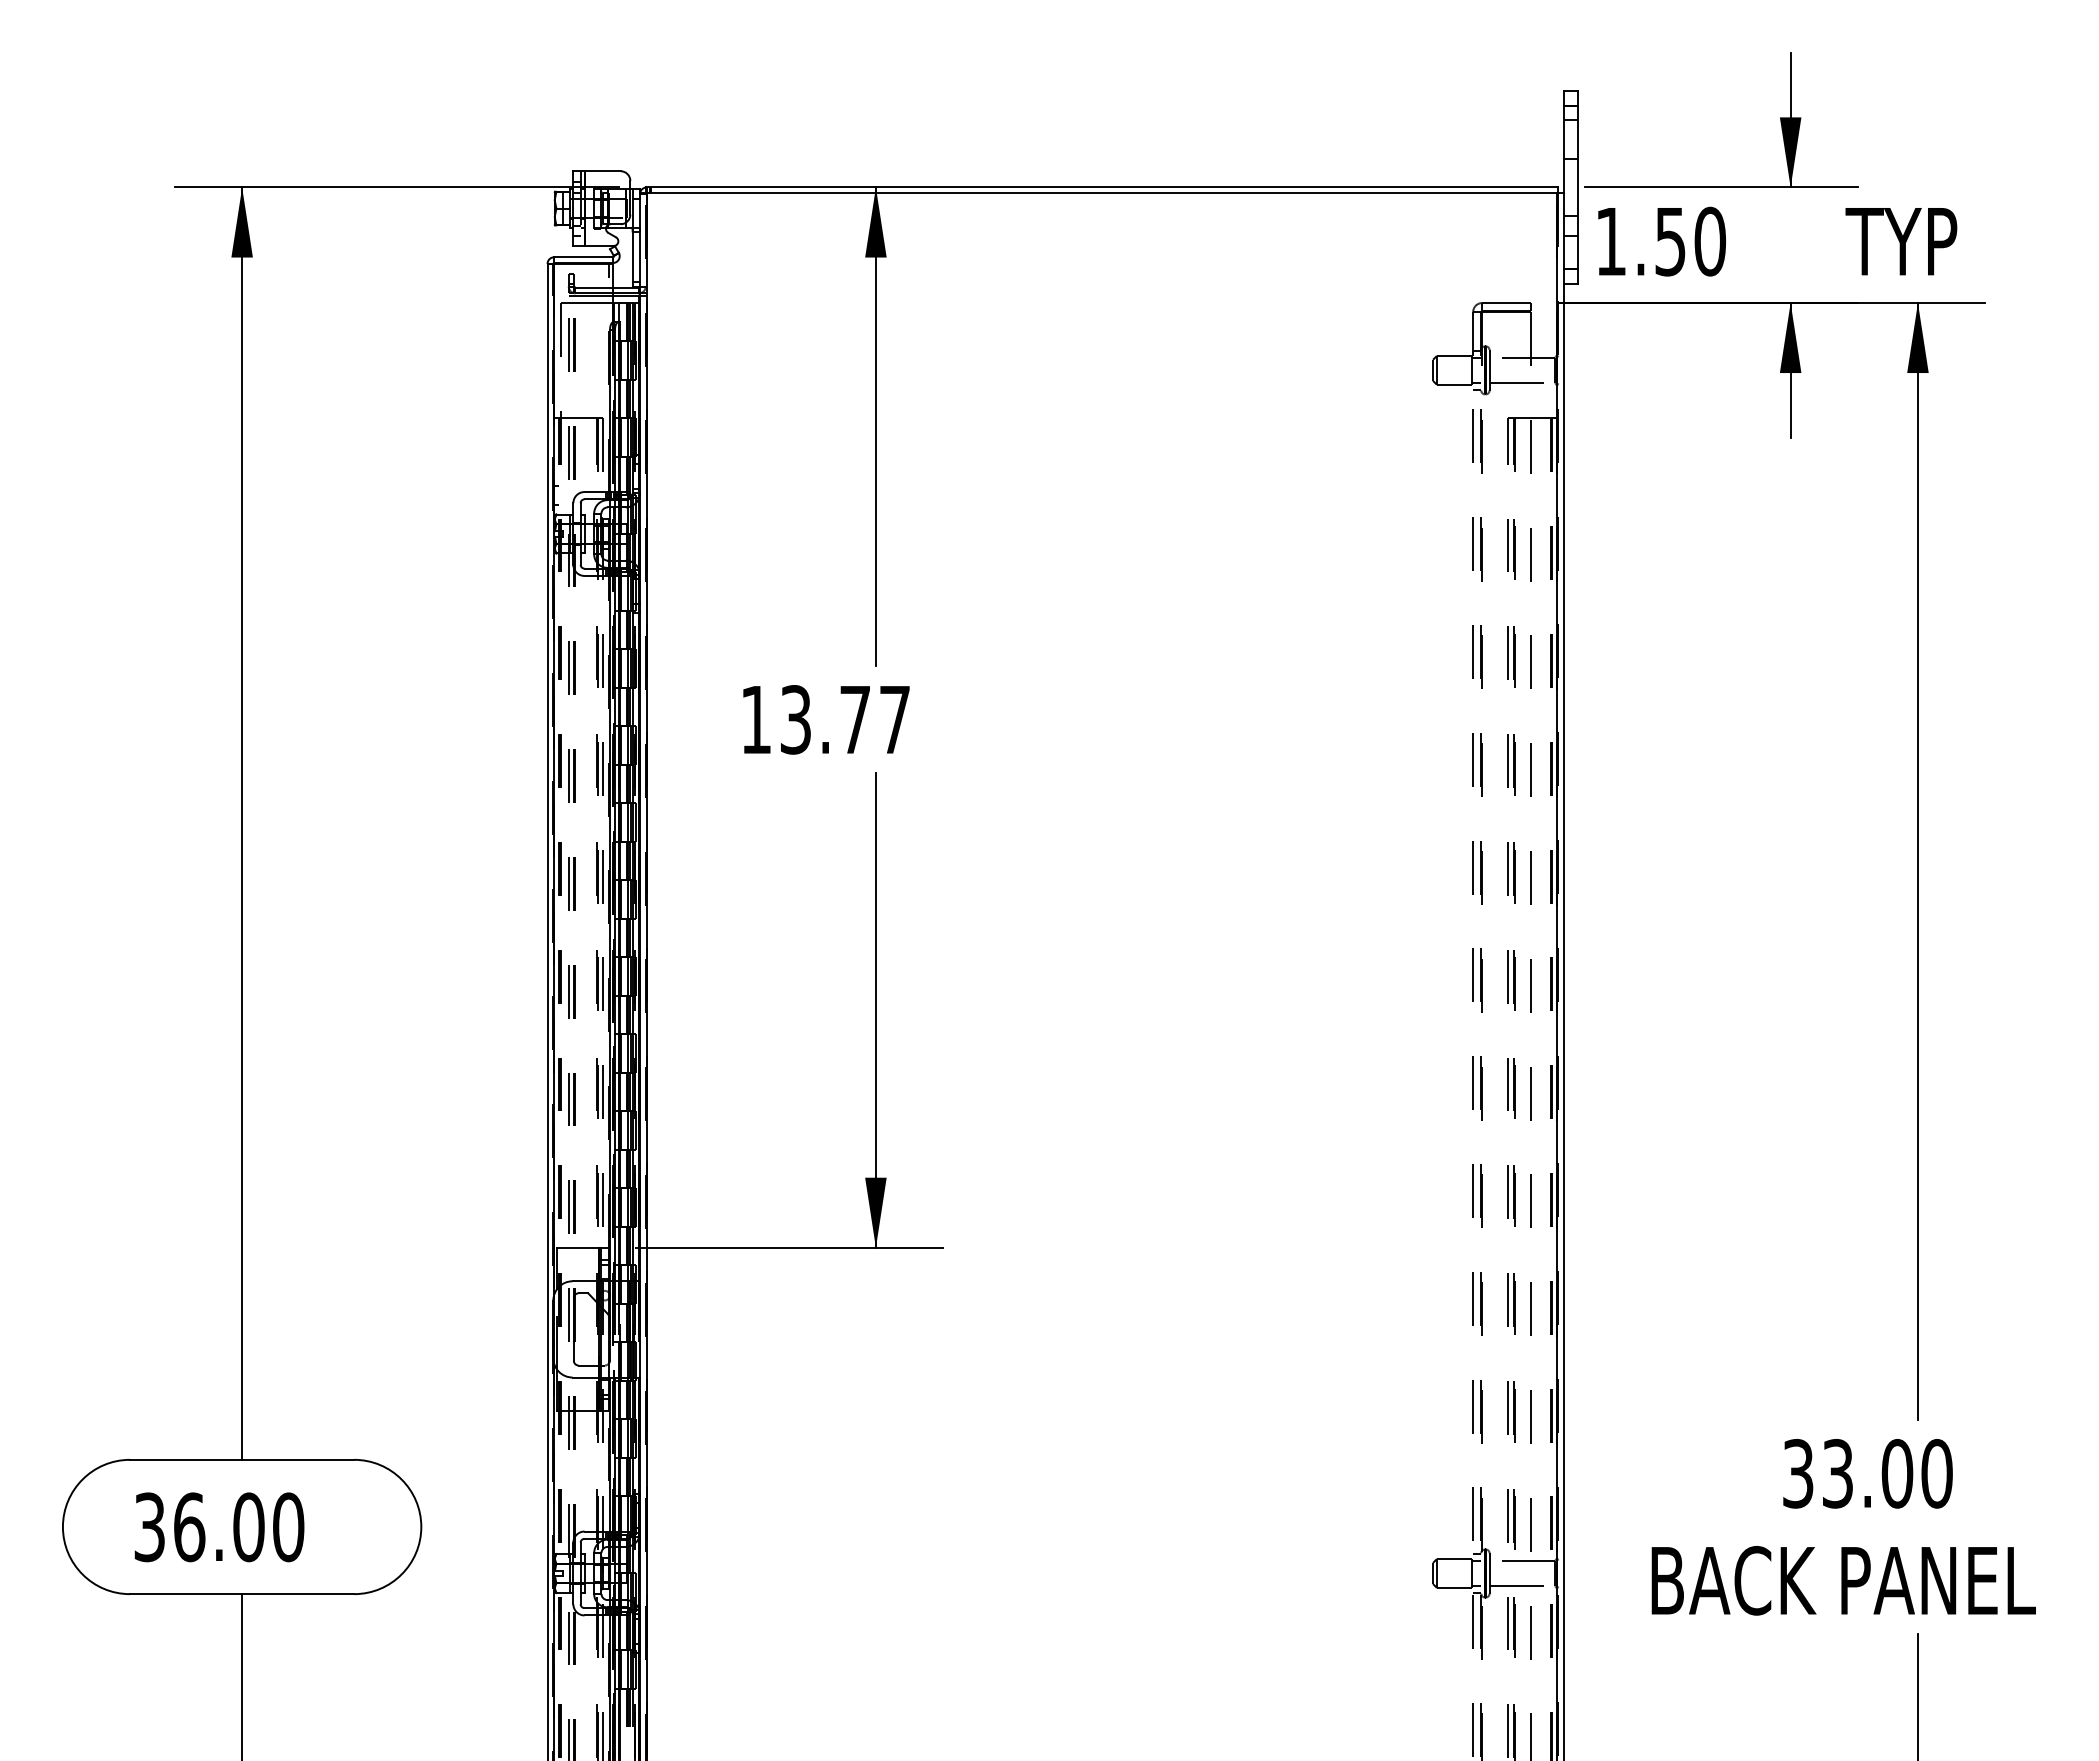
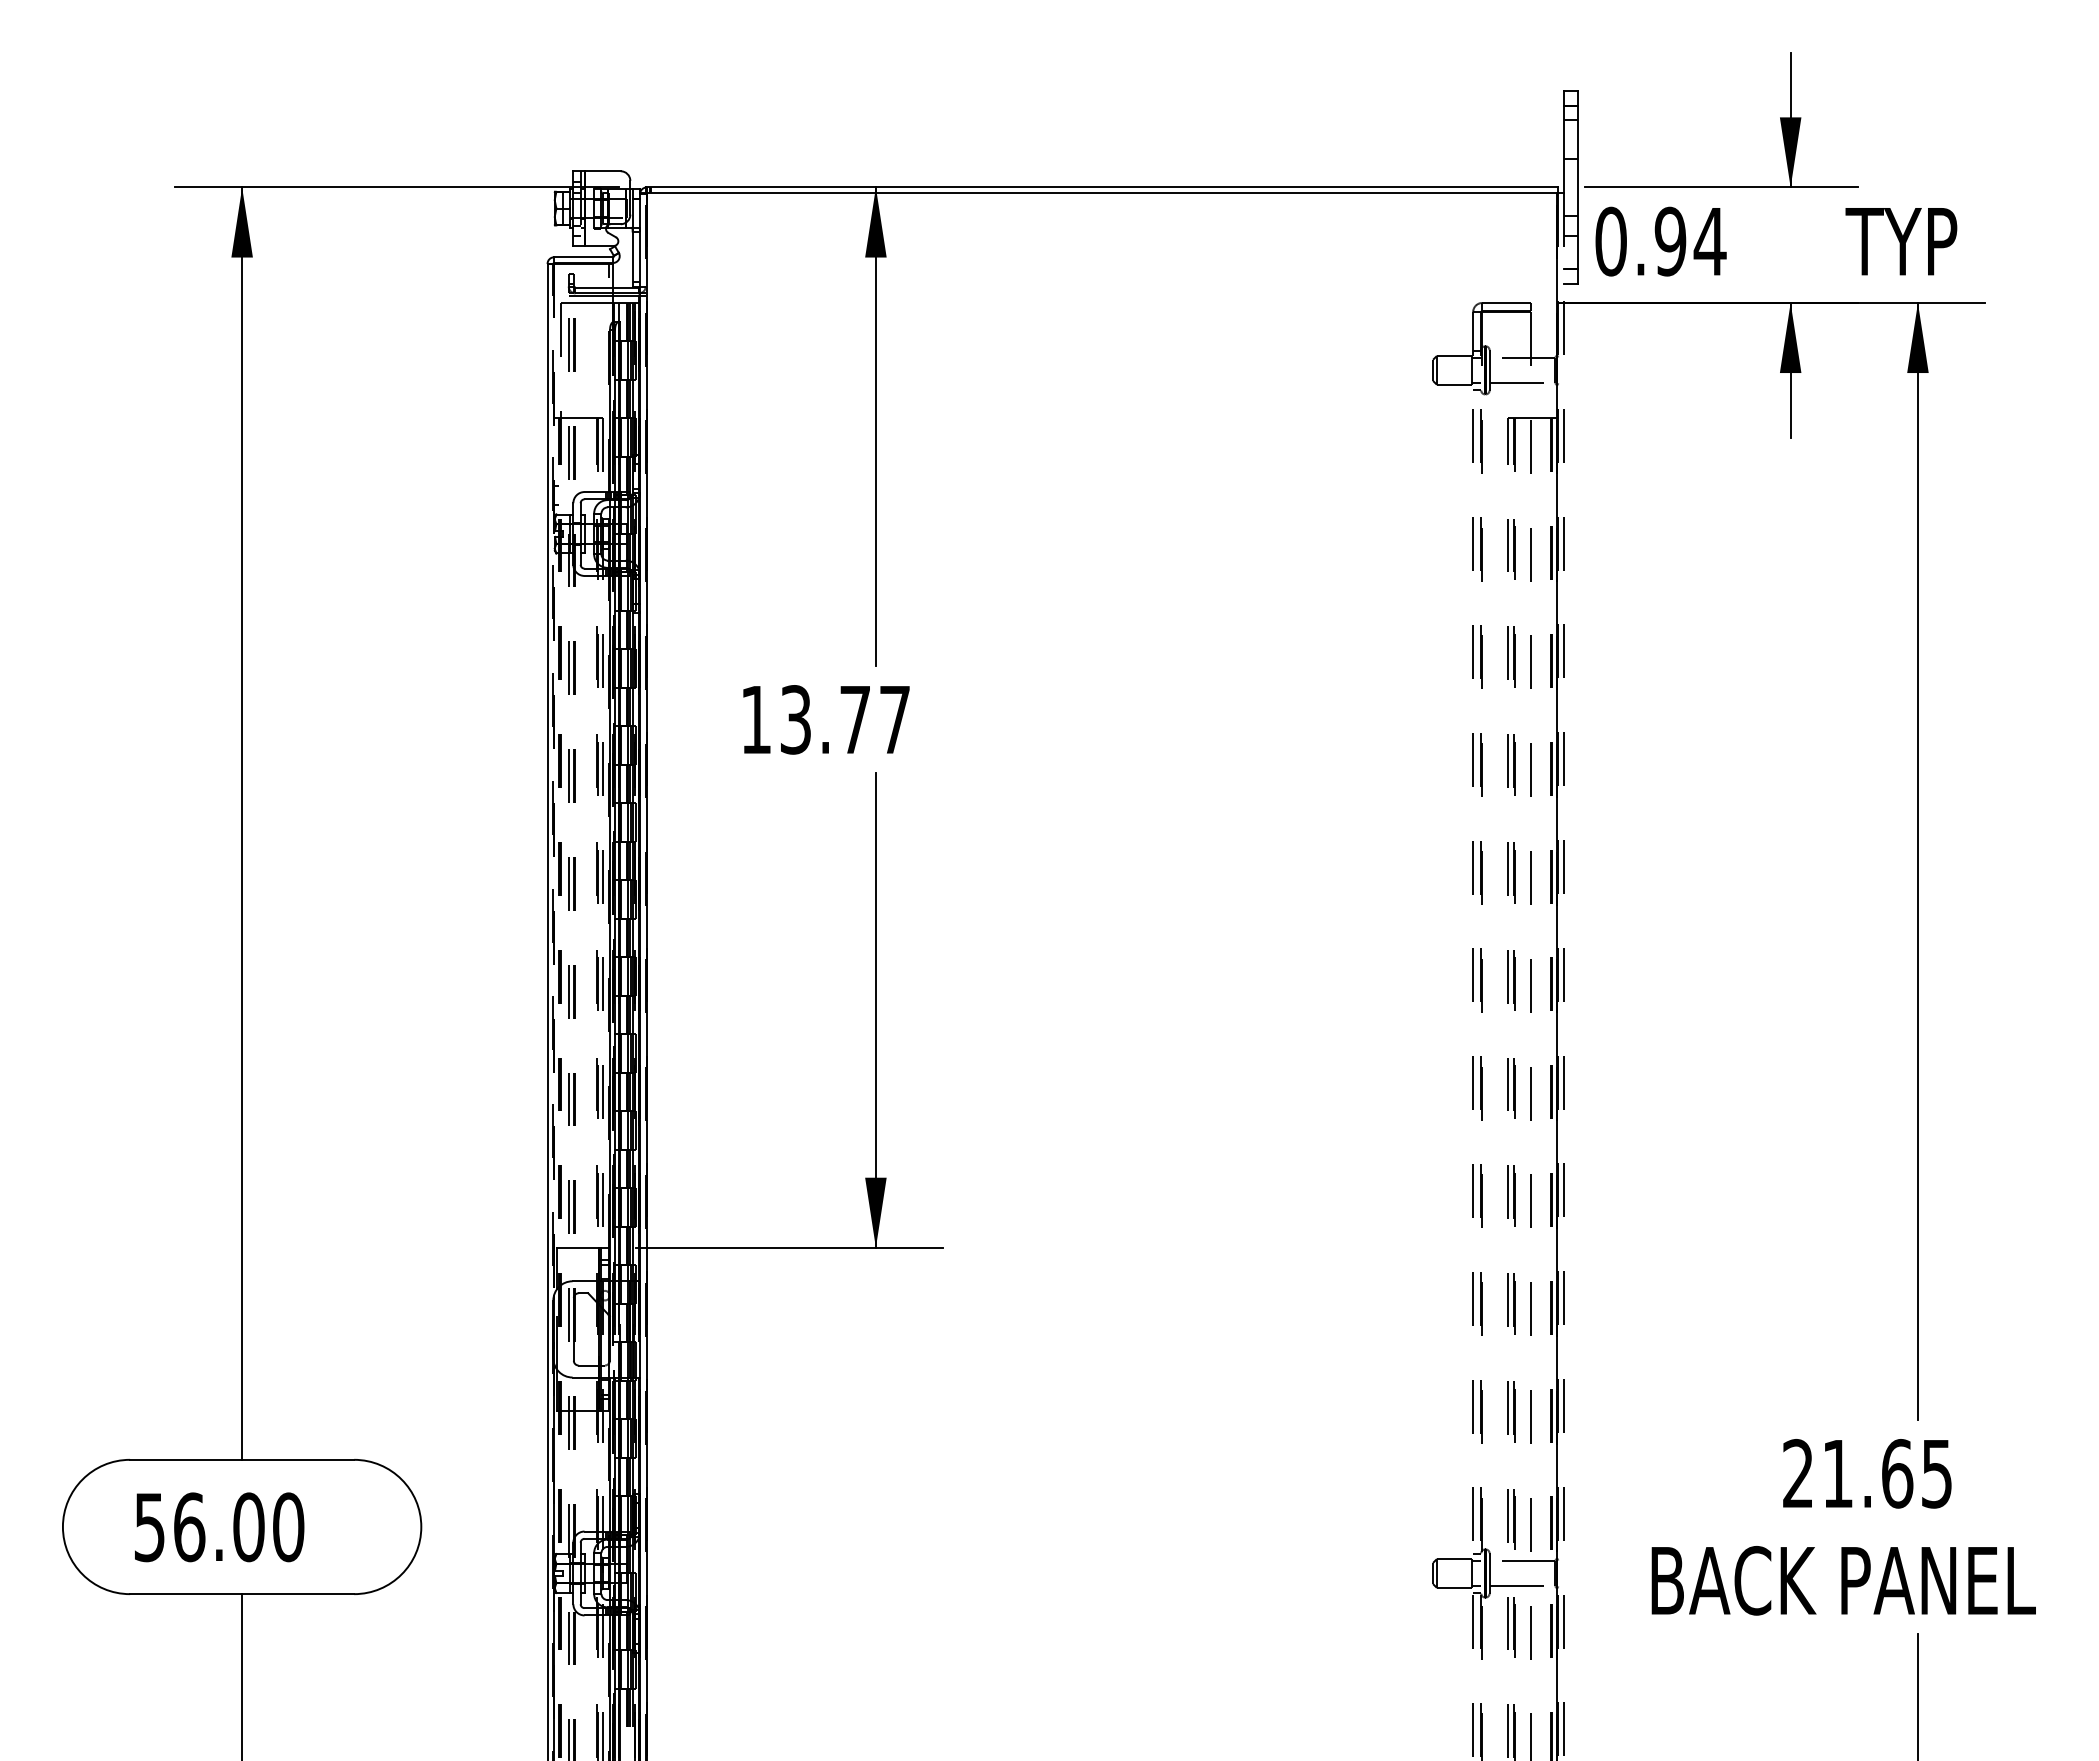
text at (1660, 241): 1.50 -> 0.94
line at (554, 779): solid -> dashed
line at (1563, 977): solid -> dashed
text at (1867, 1473): 33.00 -> 21.65
text at (149, 1526): 36.00 -> 56.00
